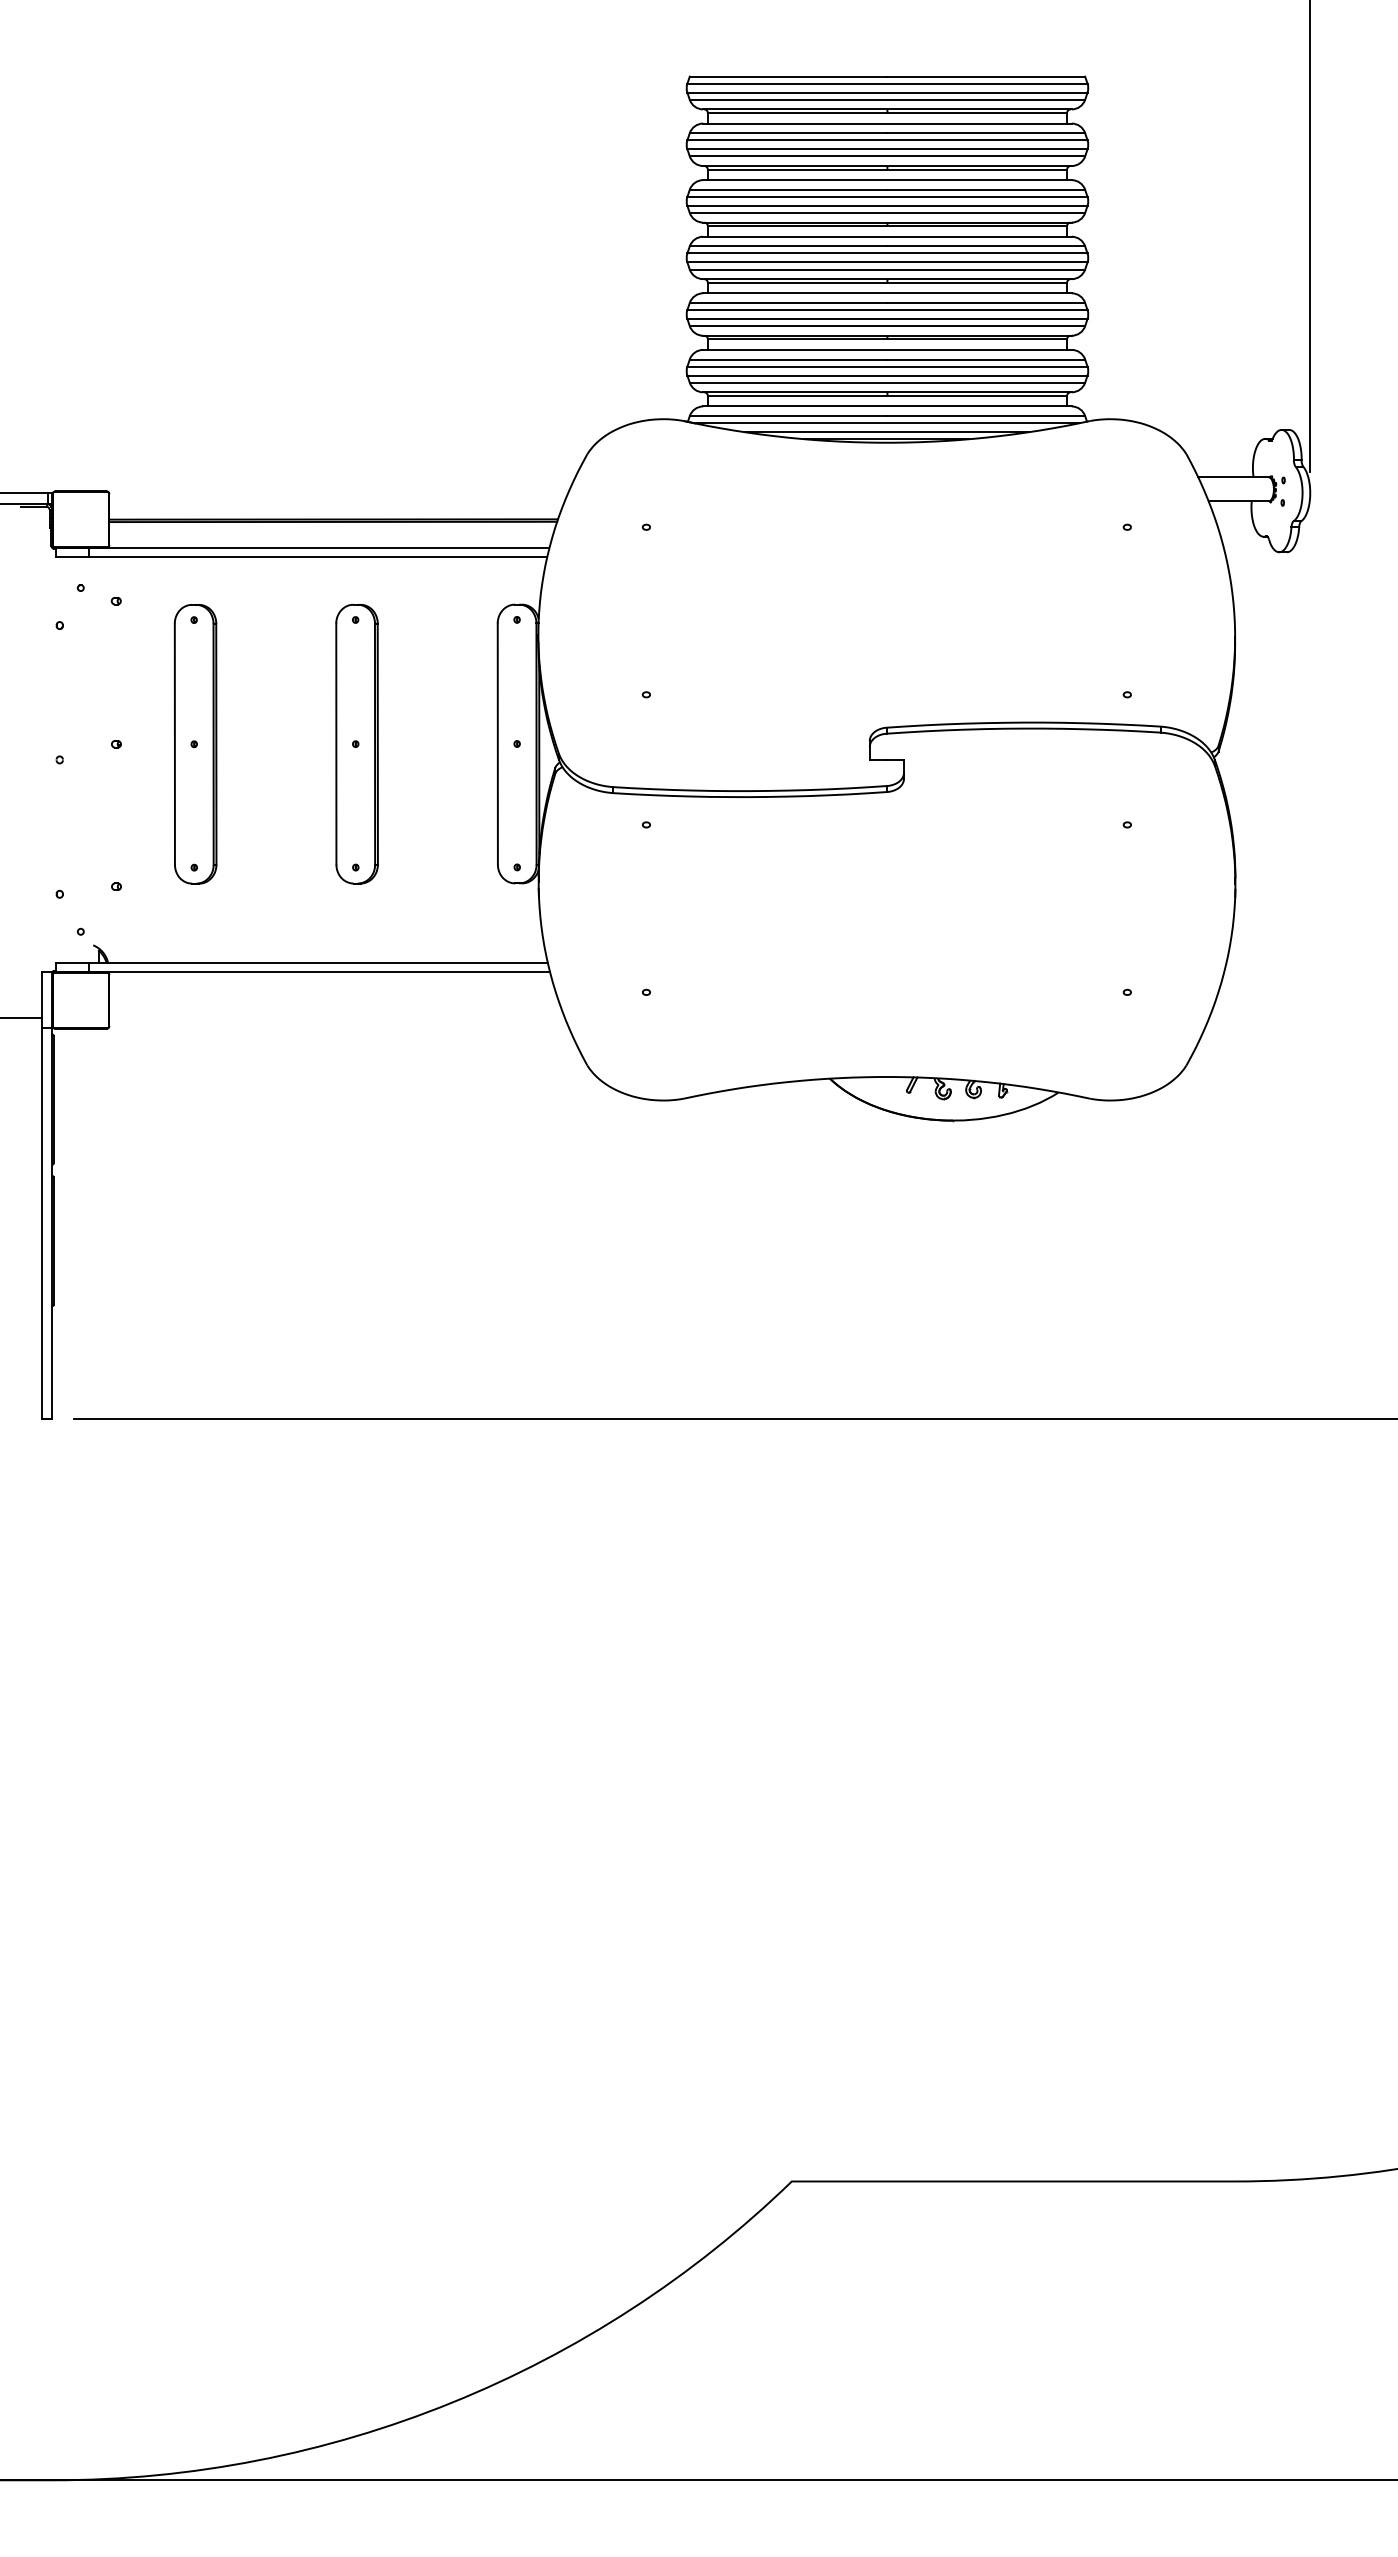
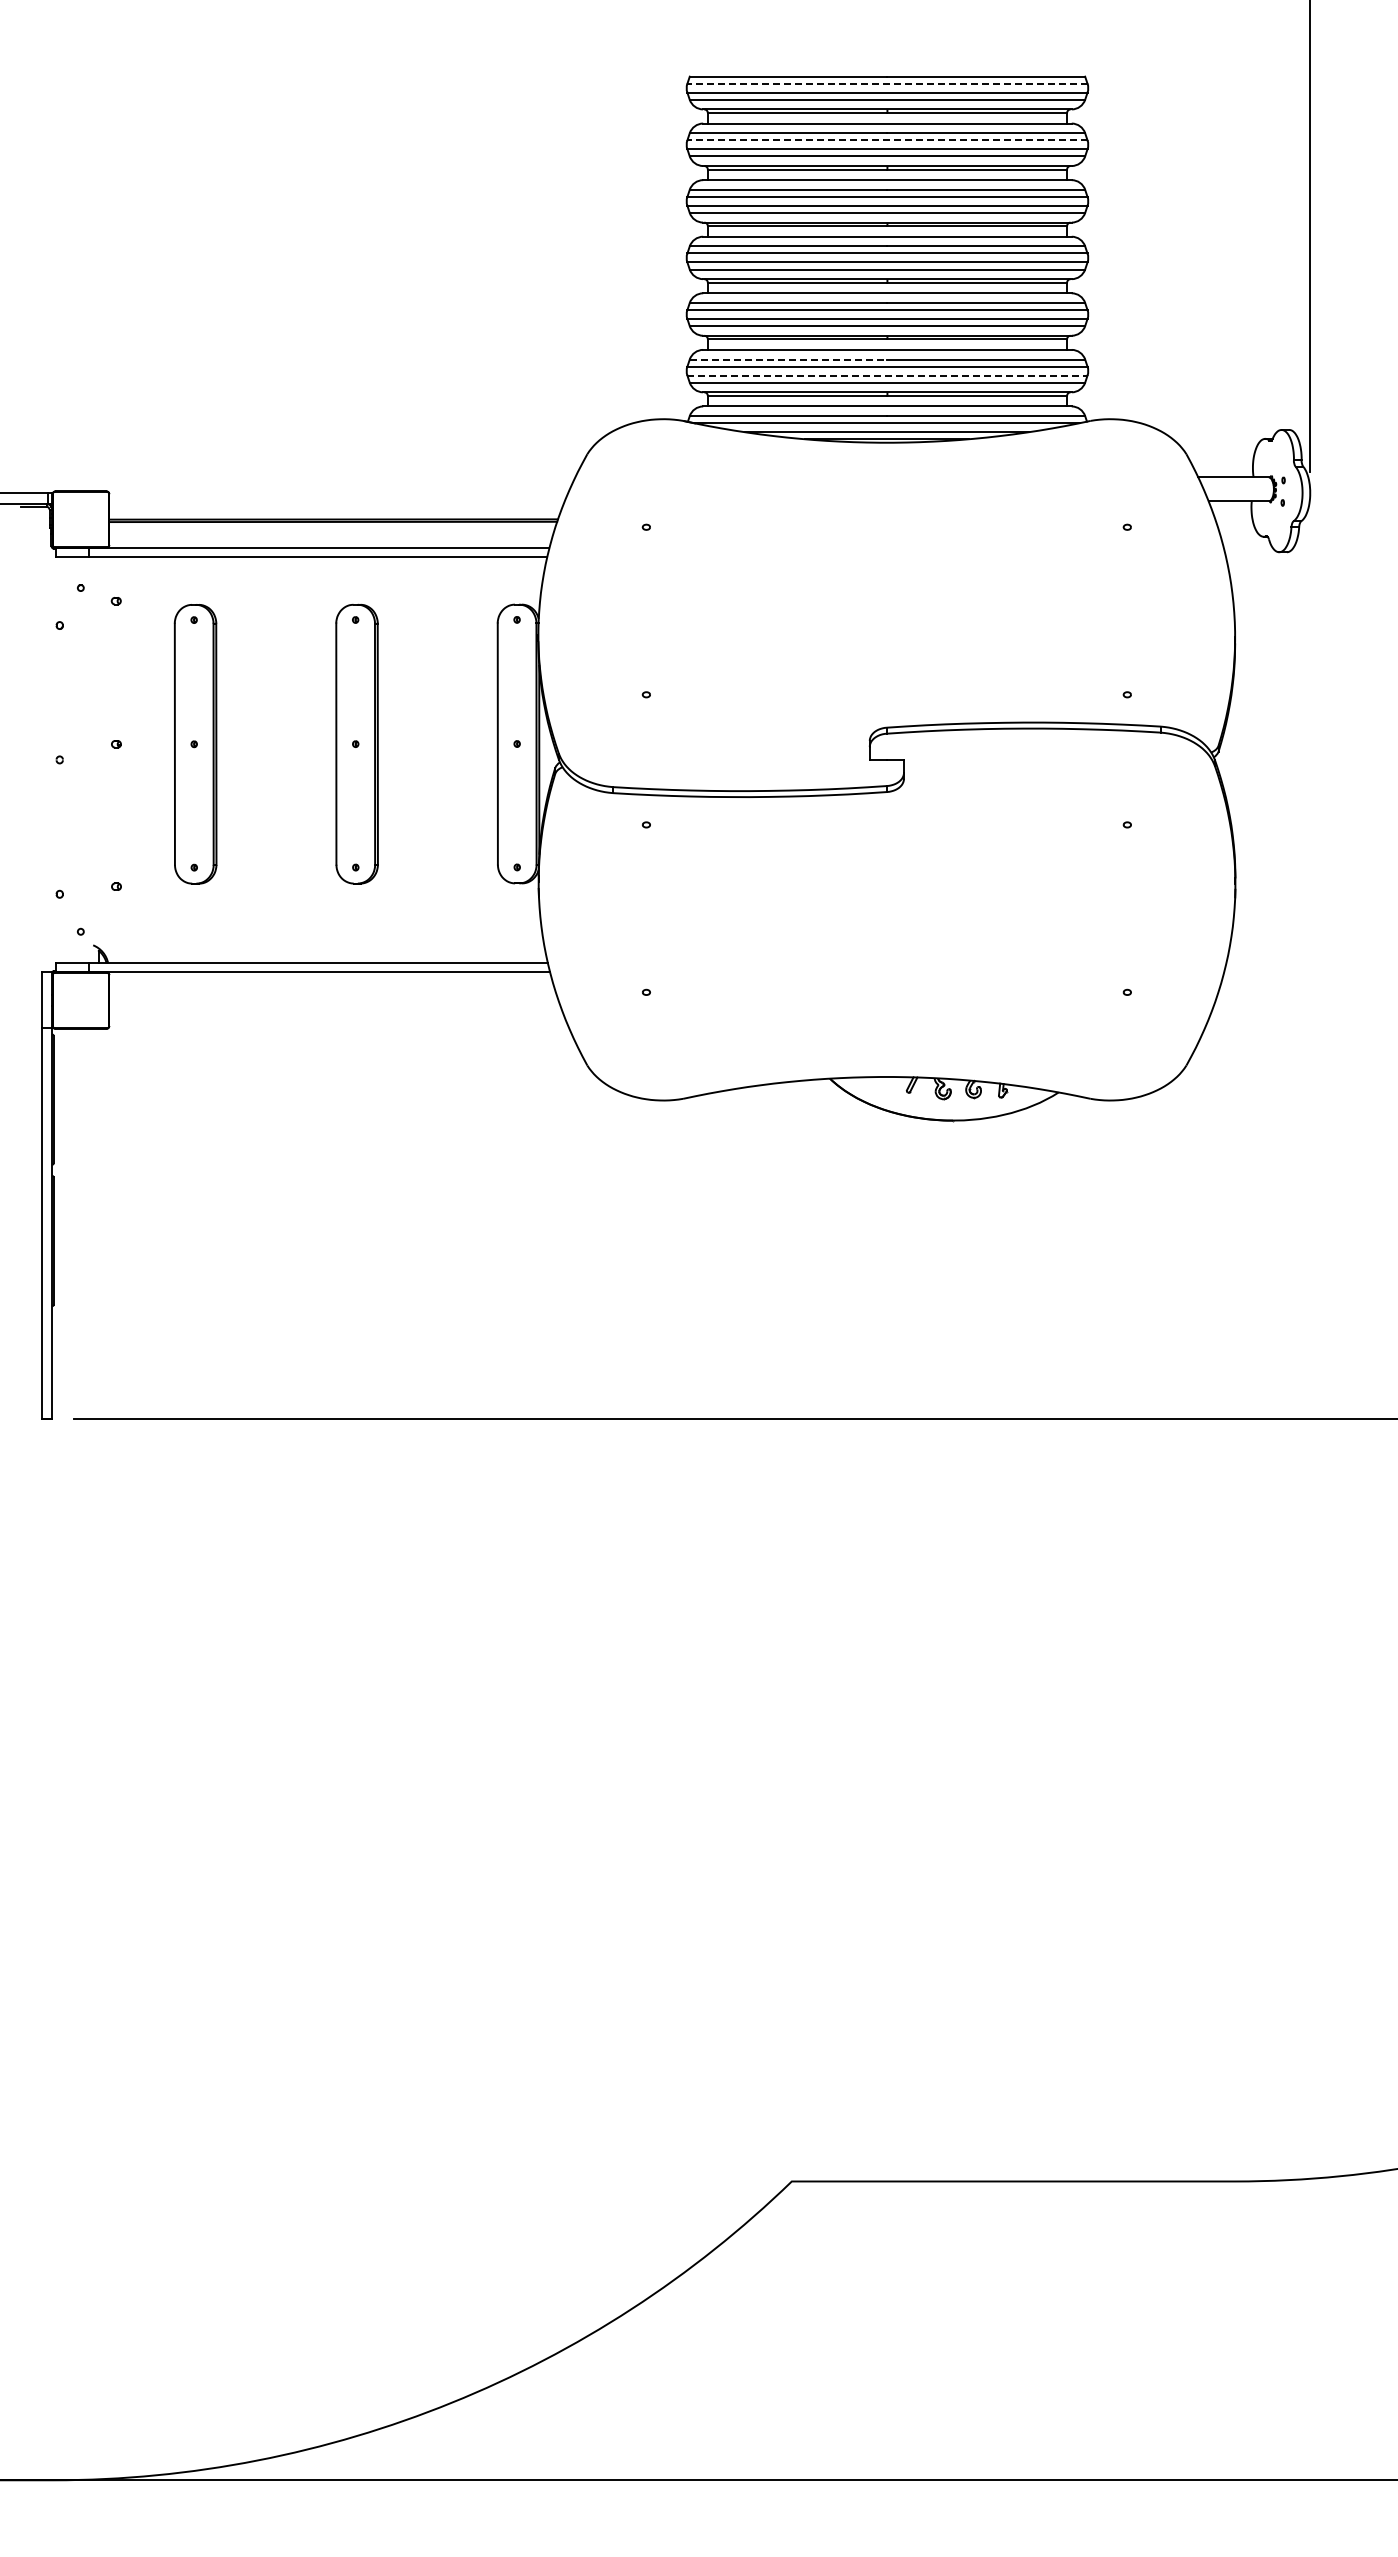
line at (886, 83): solid -> dashed
line at (886, 140): solid -> dashed
line at (788, 359): solid -> dashed
line at (887, 375): solid -> dashed
line at (21, 1018): present -> none
